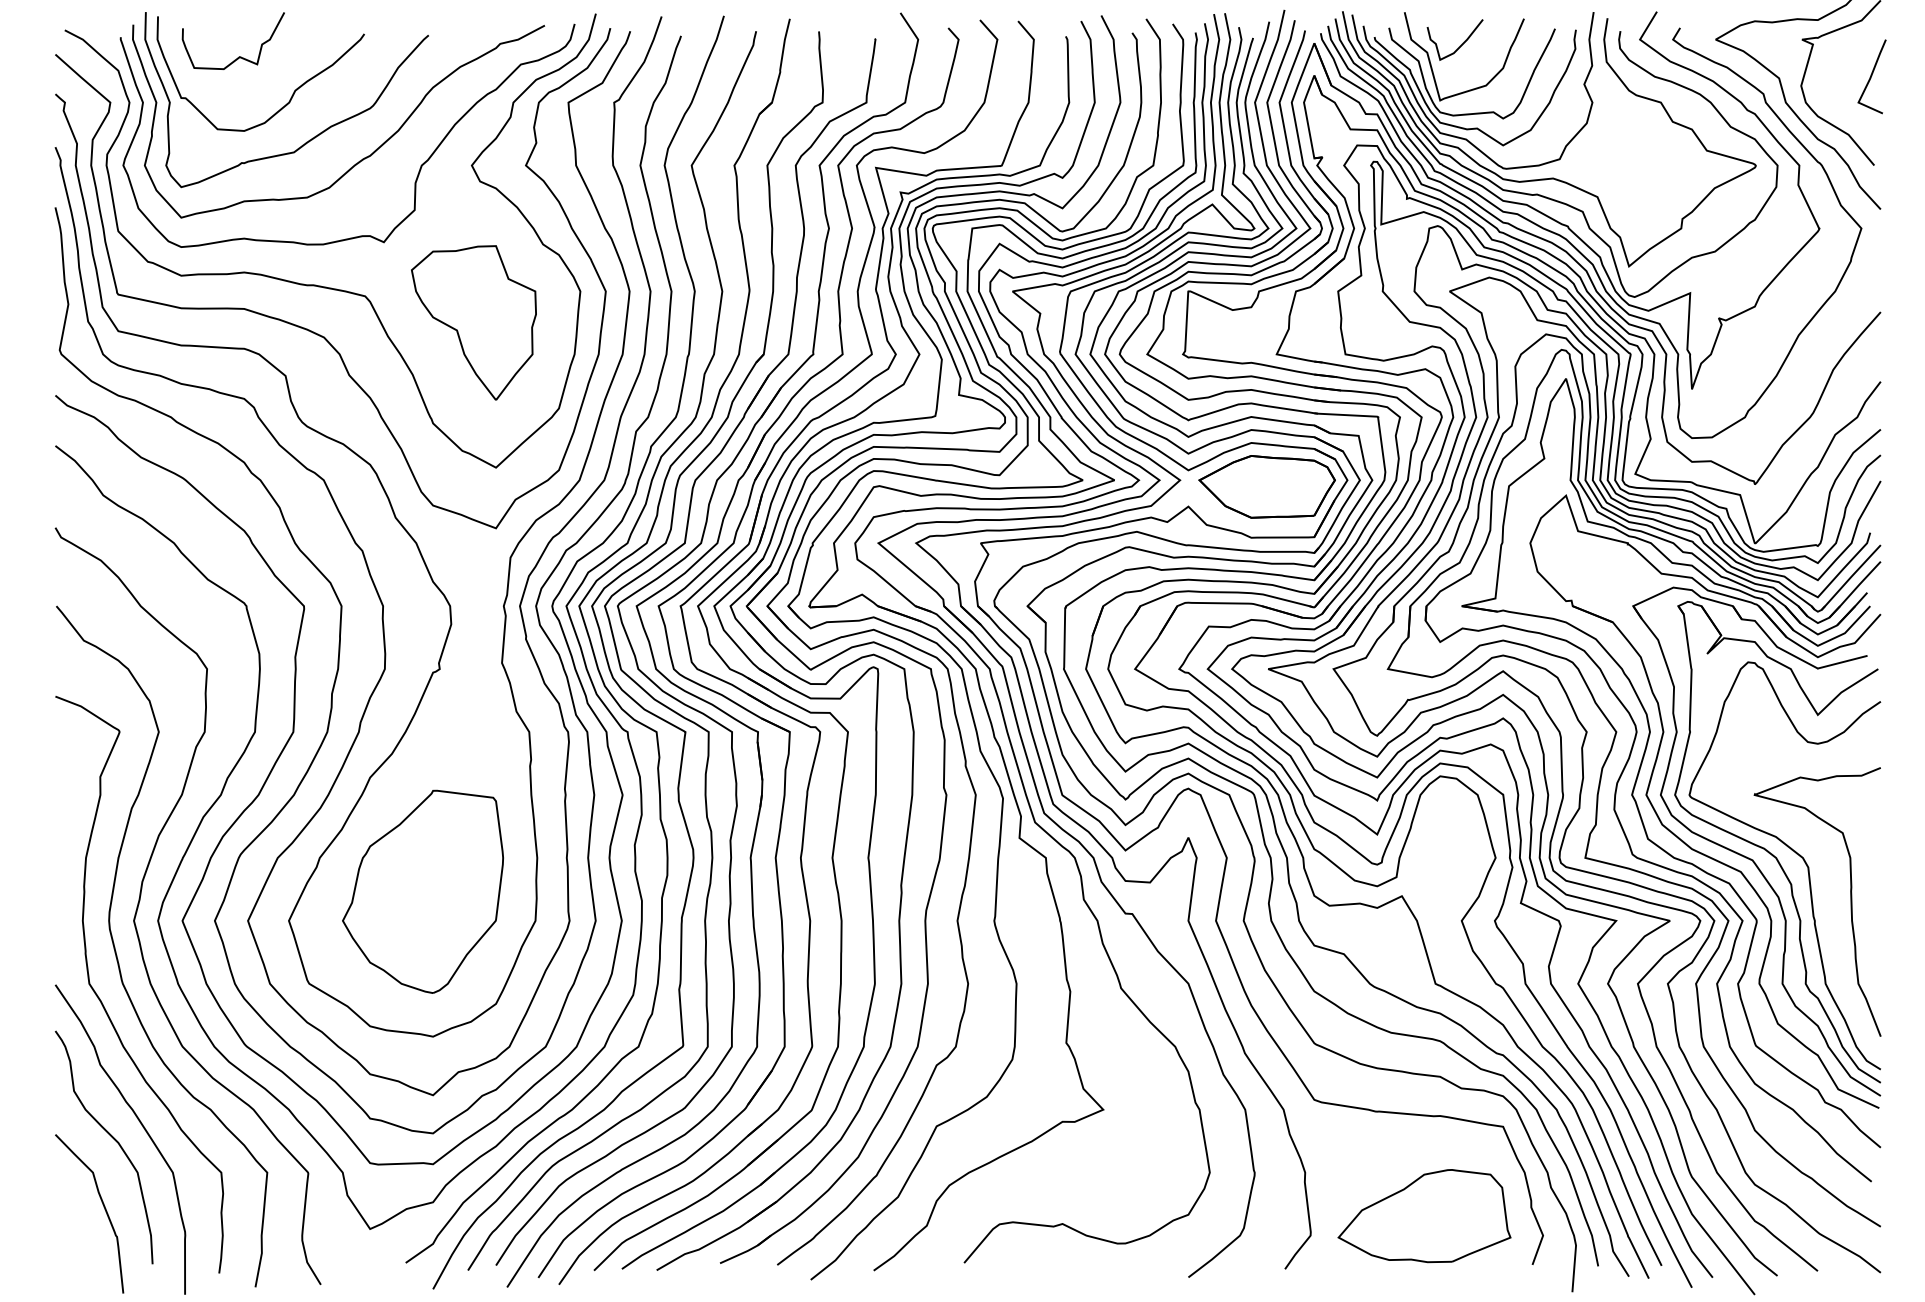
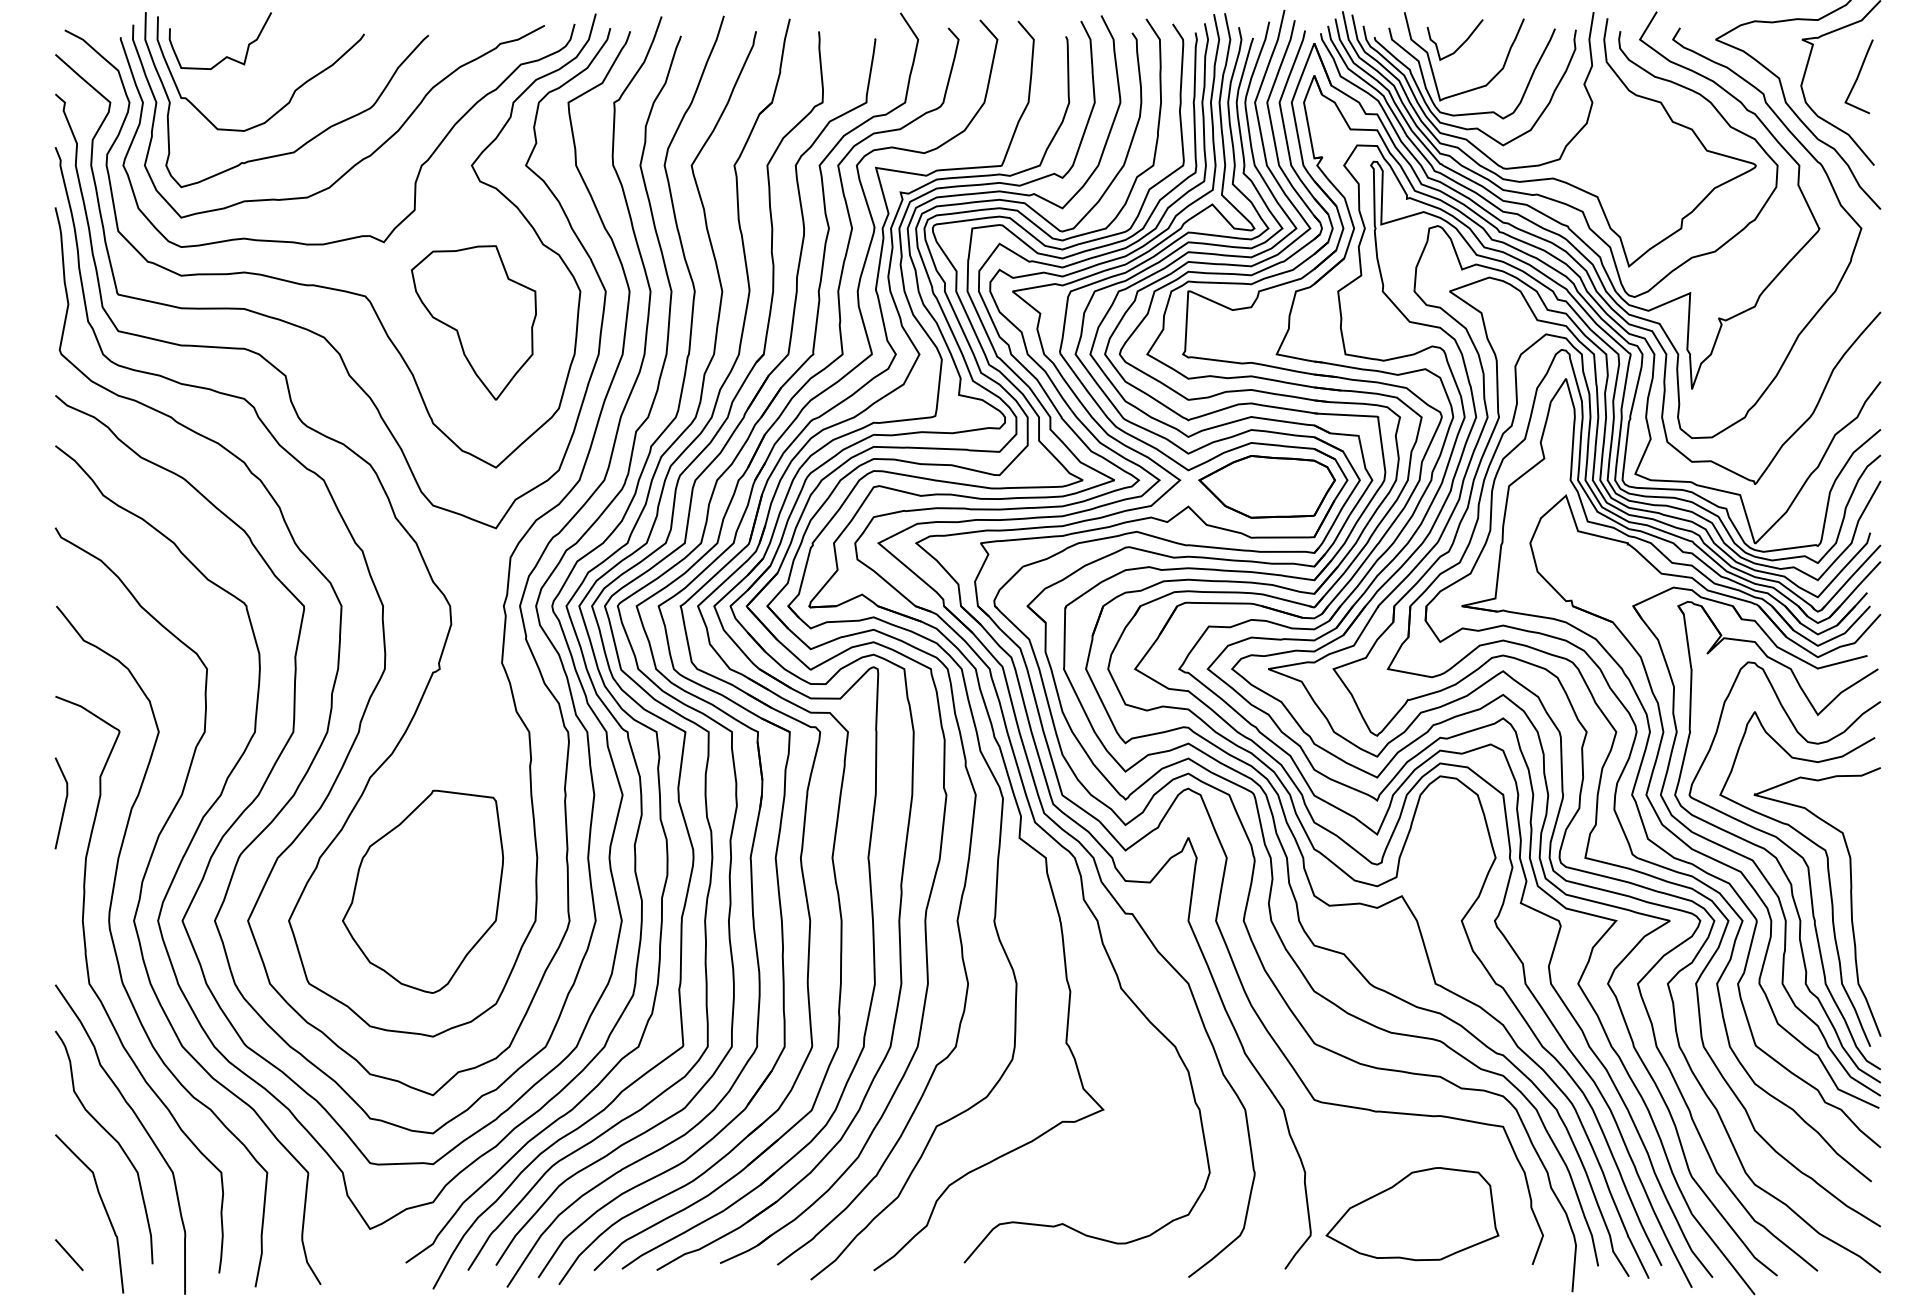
curve at (238, 56) position: (238, 56) -> (225, 56)
line at (1871, 76) position: (1871, 76) -> (1858, 76)
line at (64, 803): none -> present
curve at (1827, 873): none -> present
part at (1424, 1216) position: (1424, 1216) -> (1412, 1214)
line at (69, 1255): none -> present
